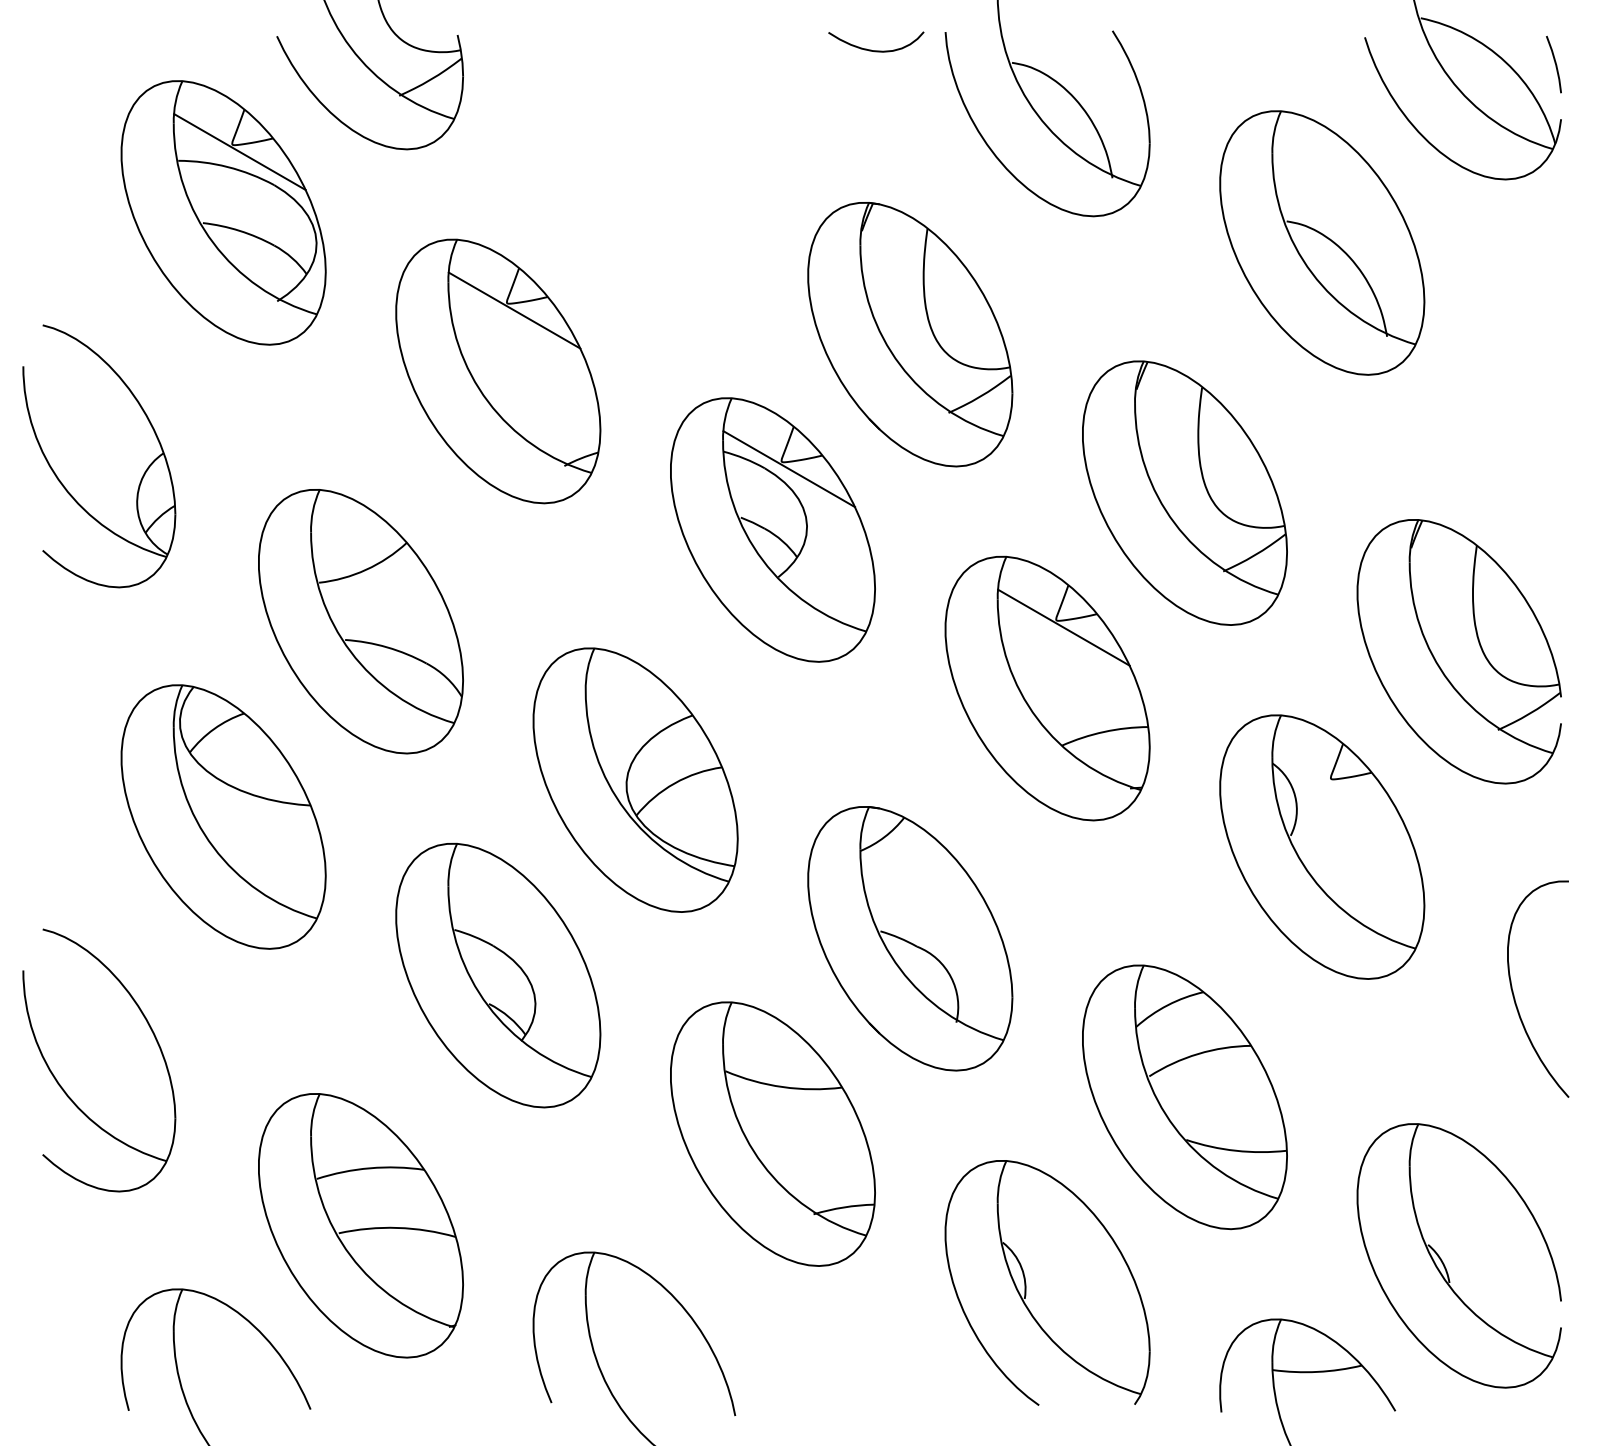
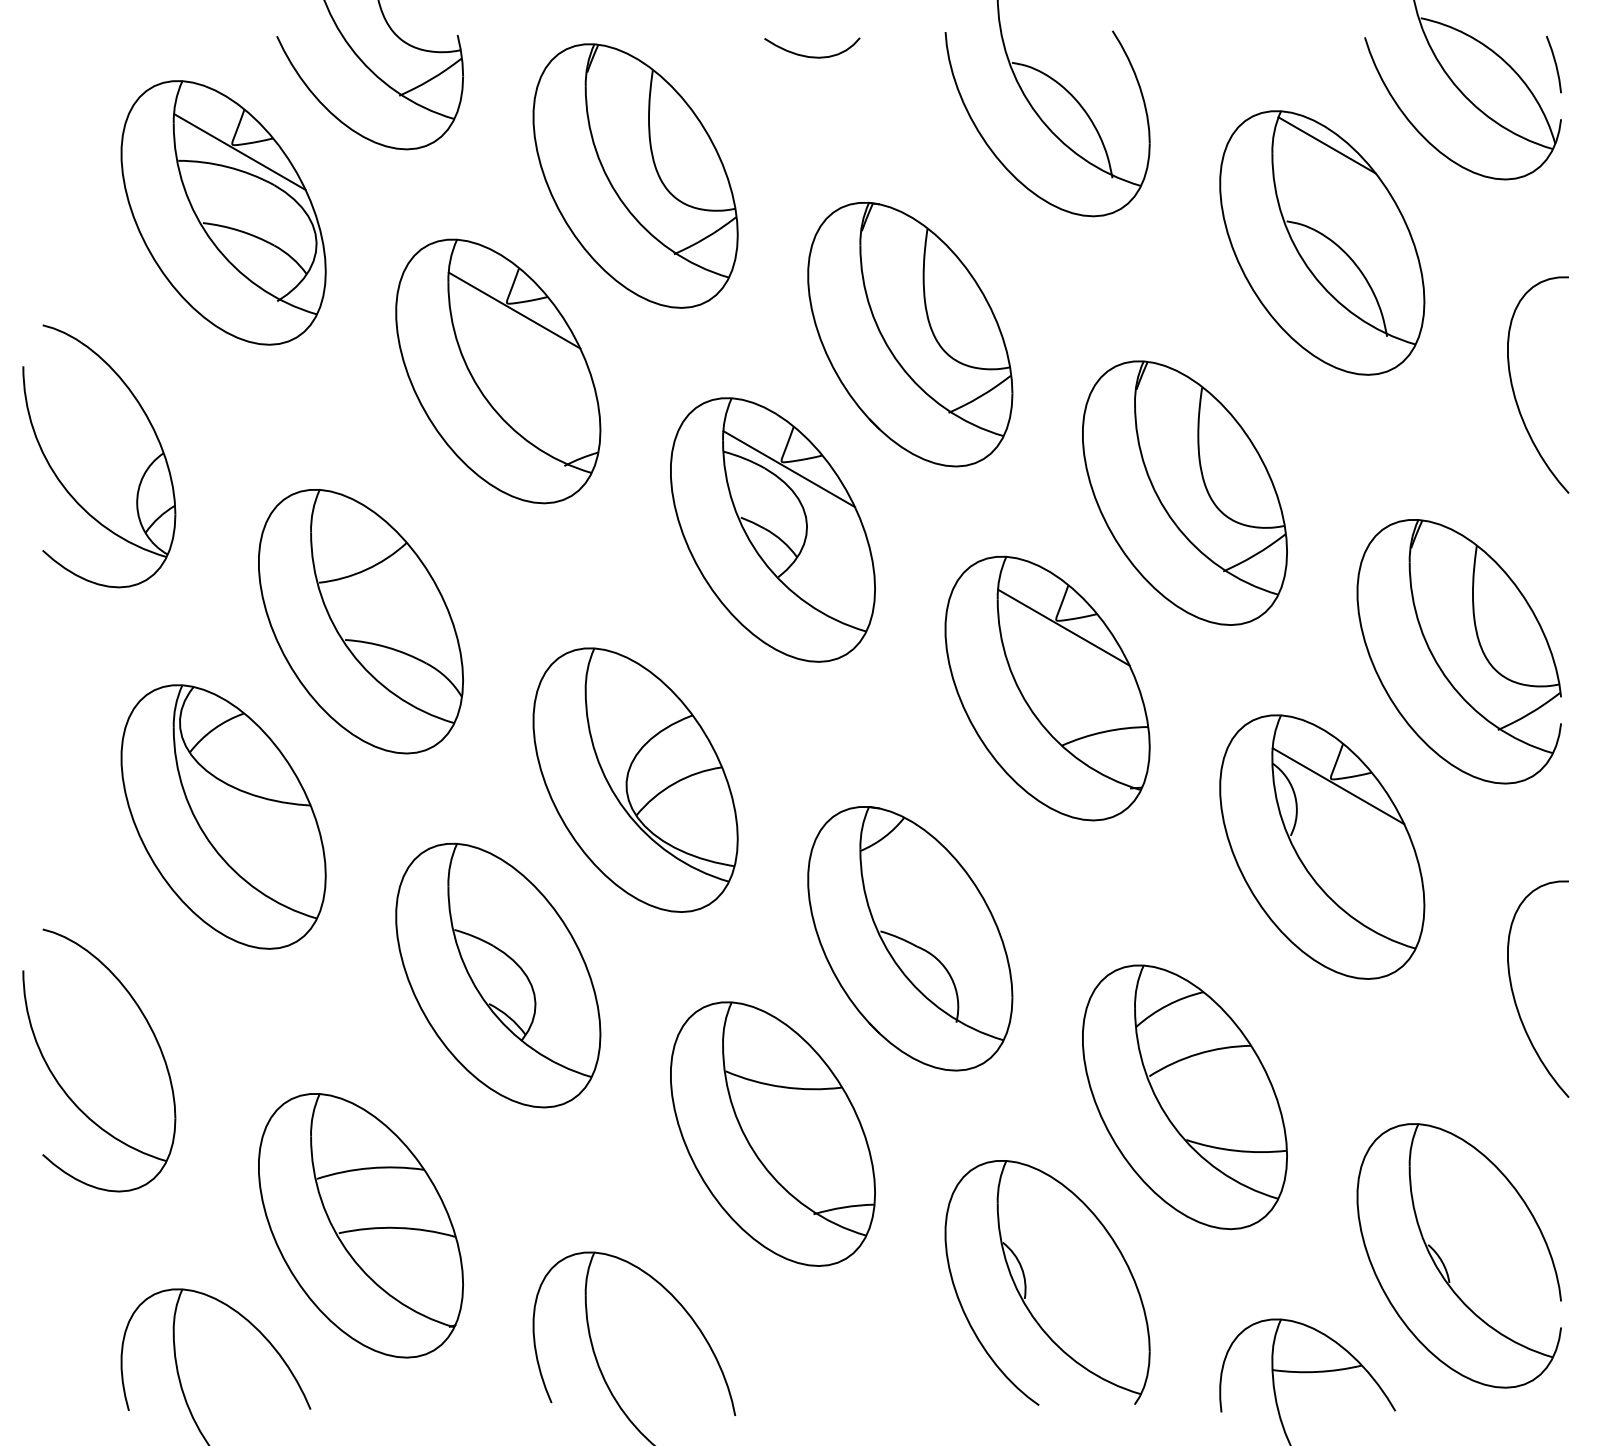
curve at (876, 50) position: (876, 50) -> (812, 56)
line at (1326, 145): none -> present
part at (635, 175): none -> present
curve at (1514, 390): none -> present
line at (1338, 786): none -> present
